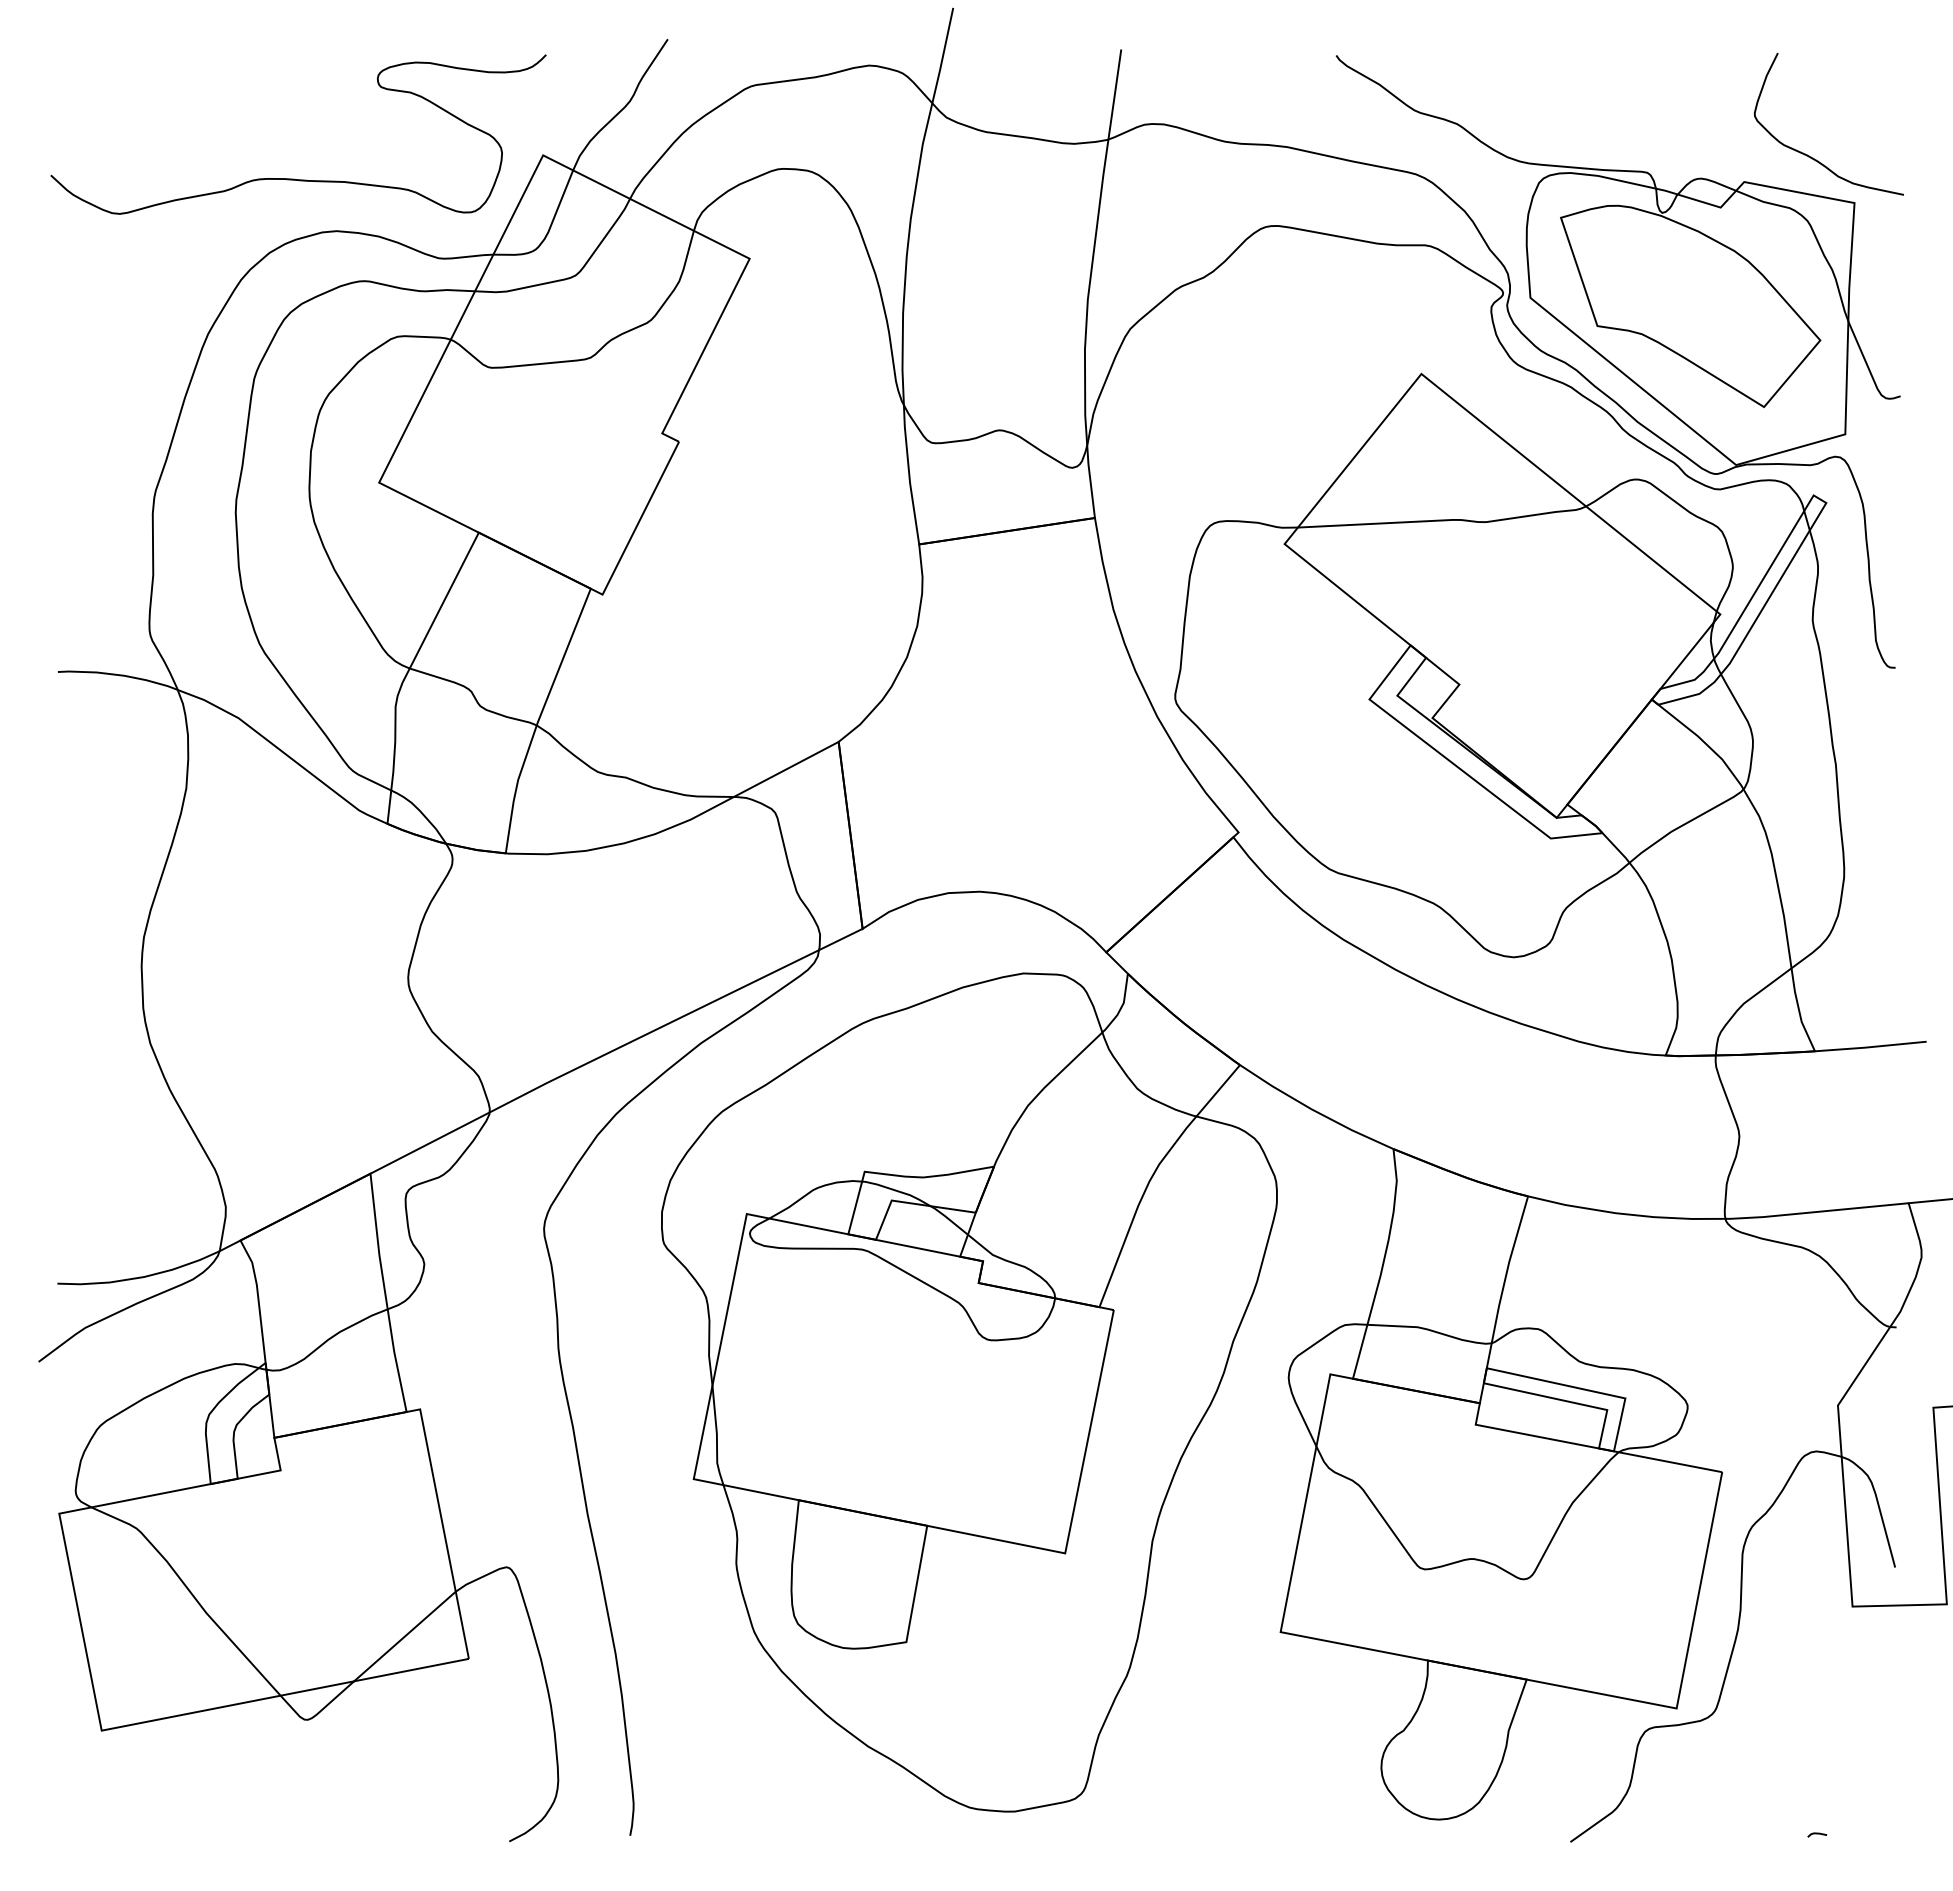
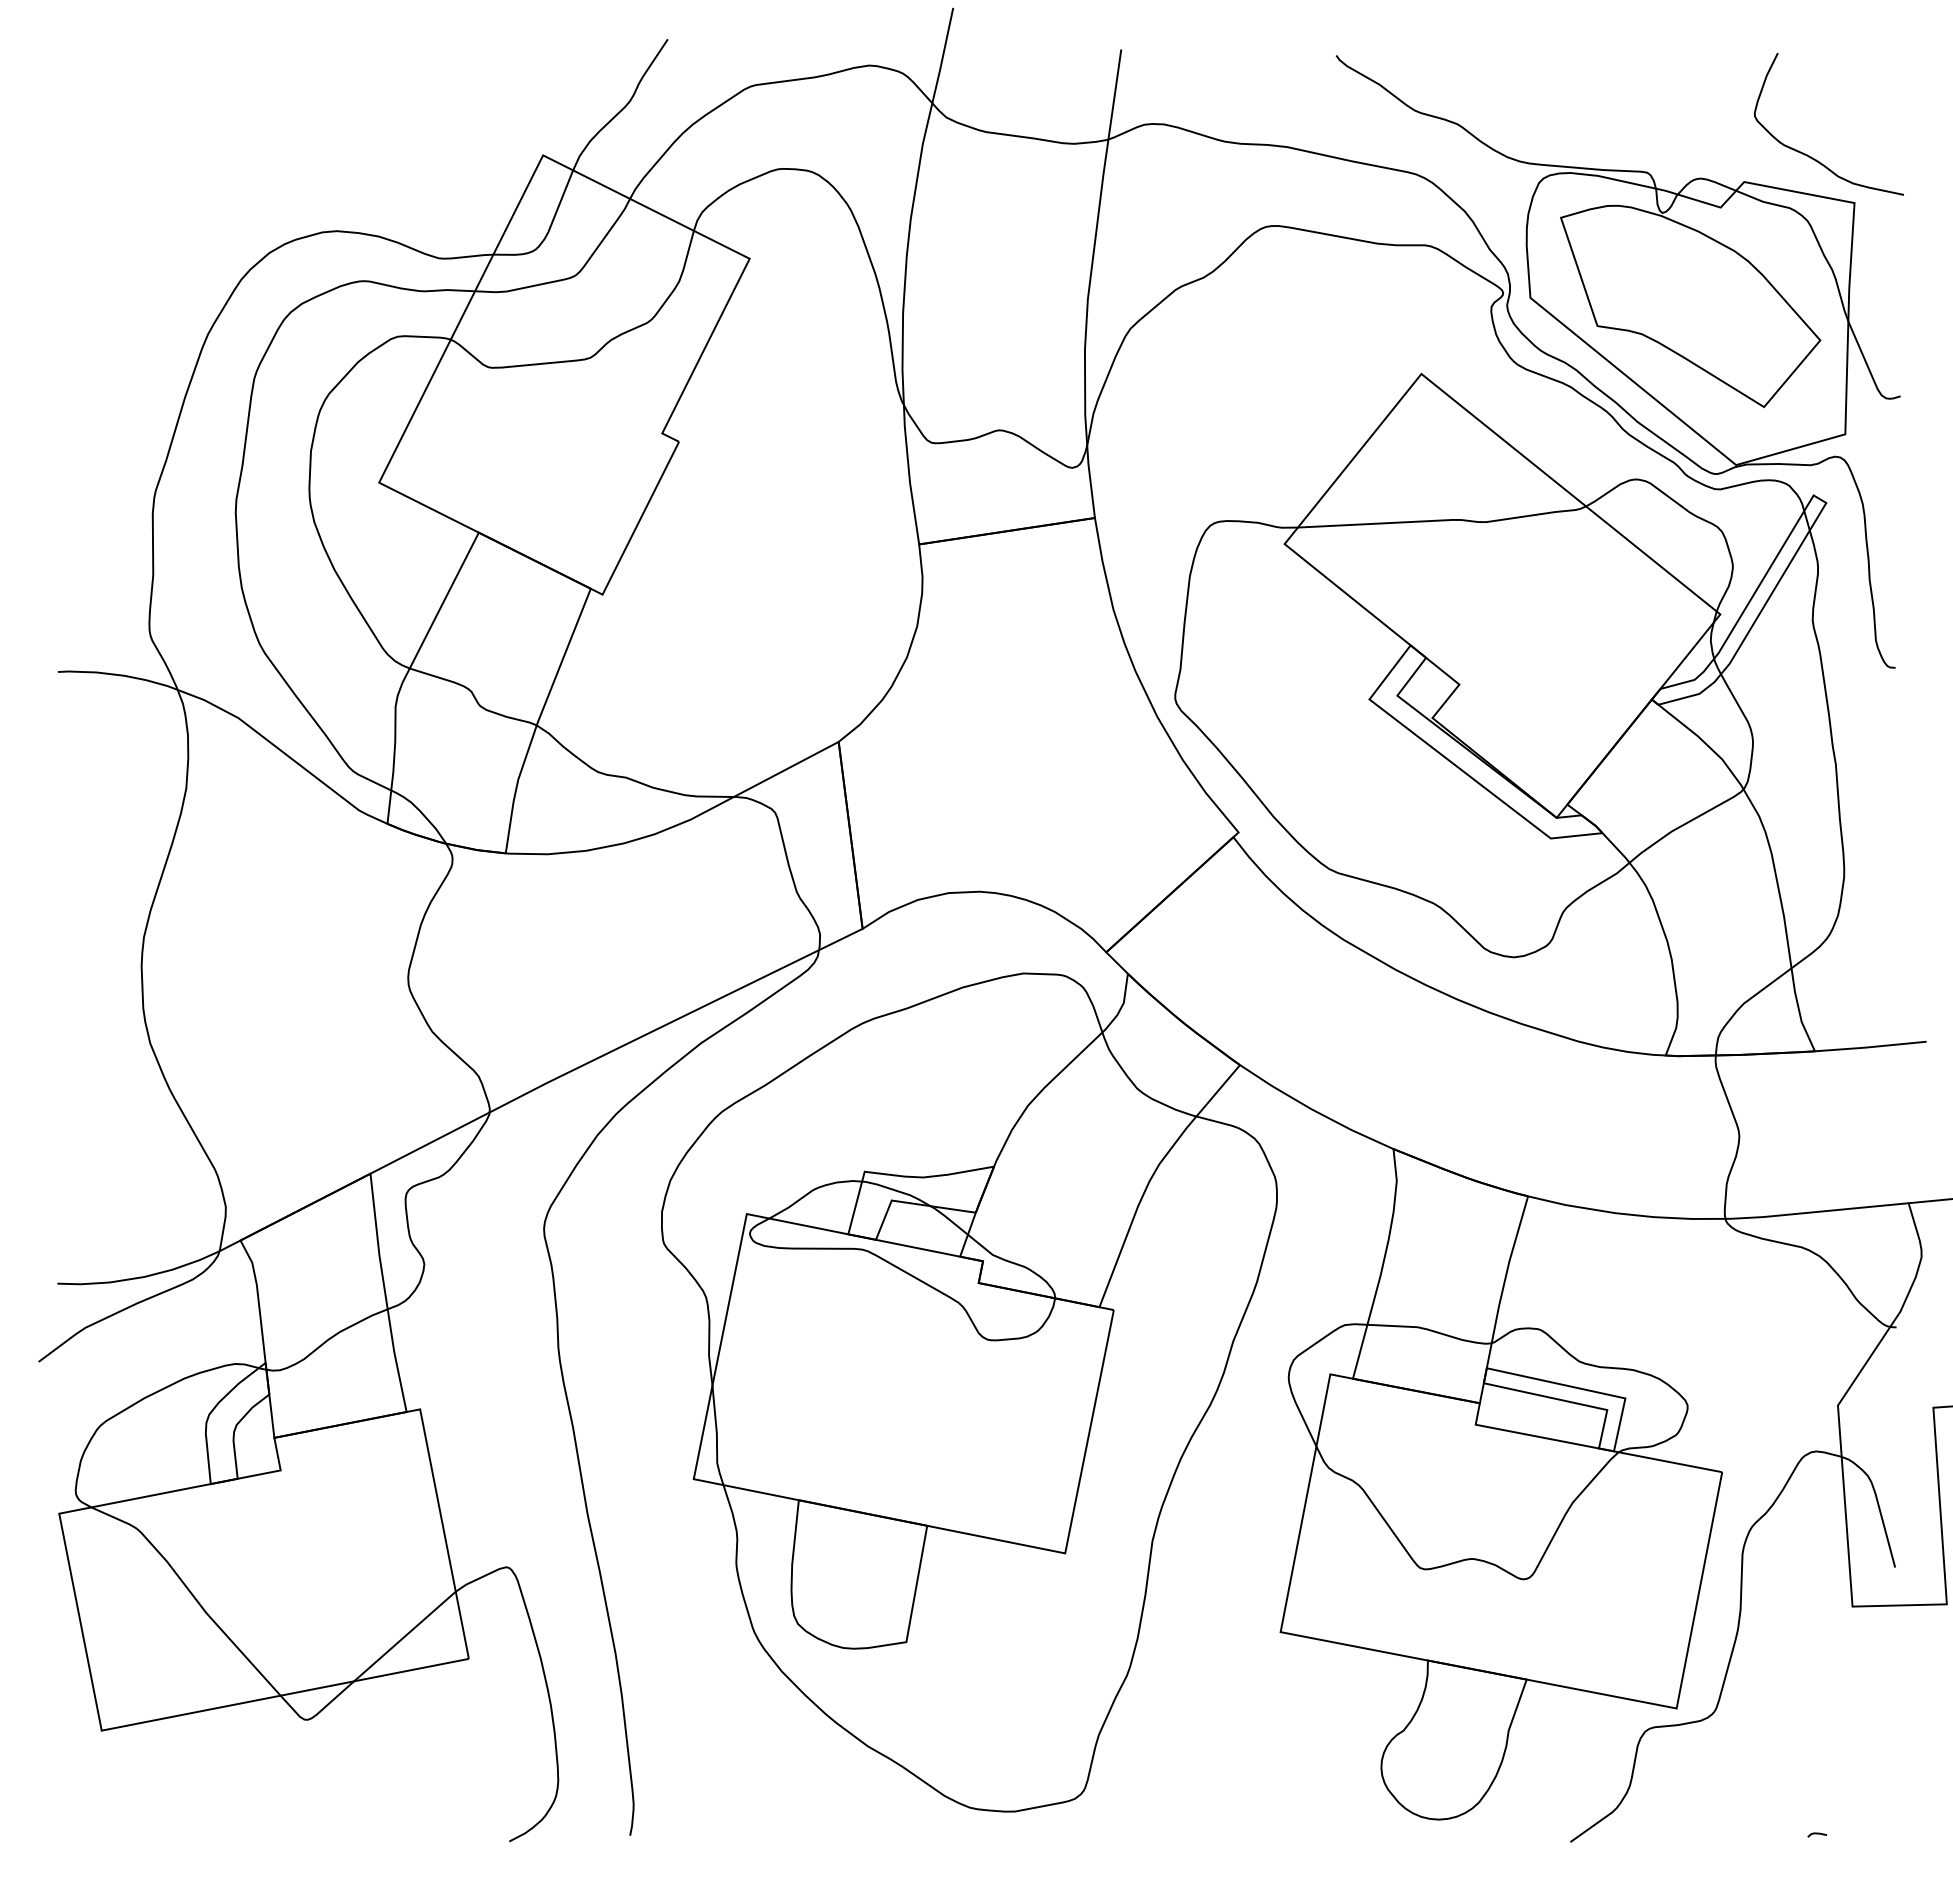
curve at (294, 178): present -> none
